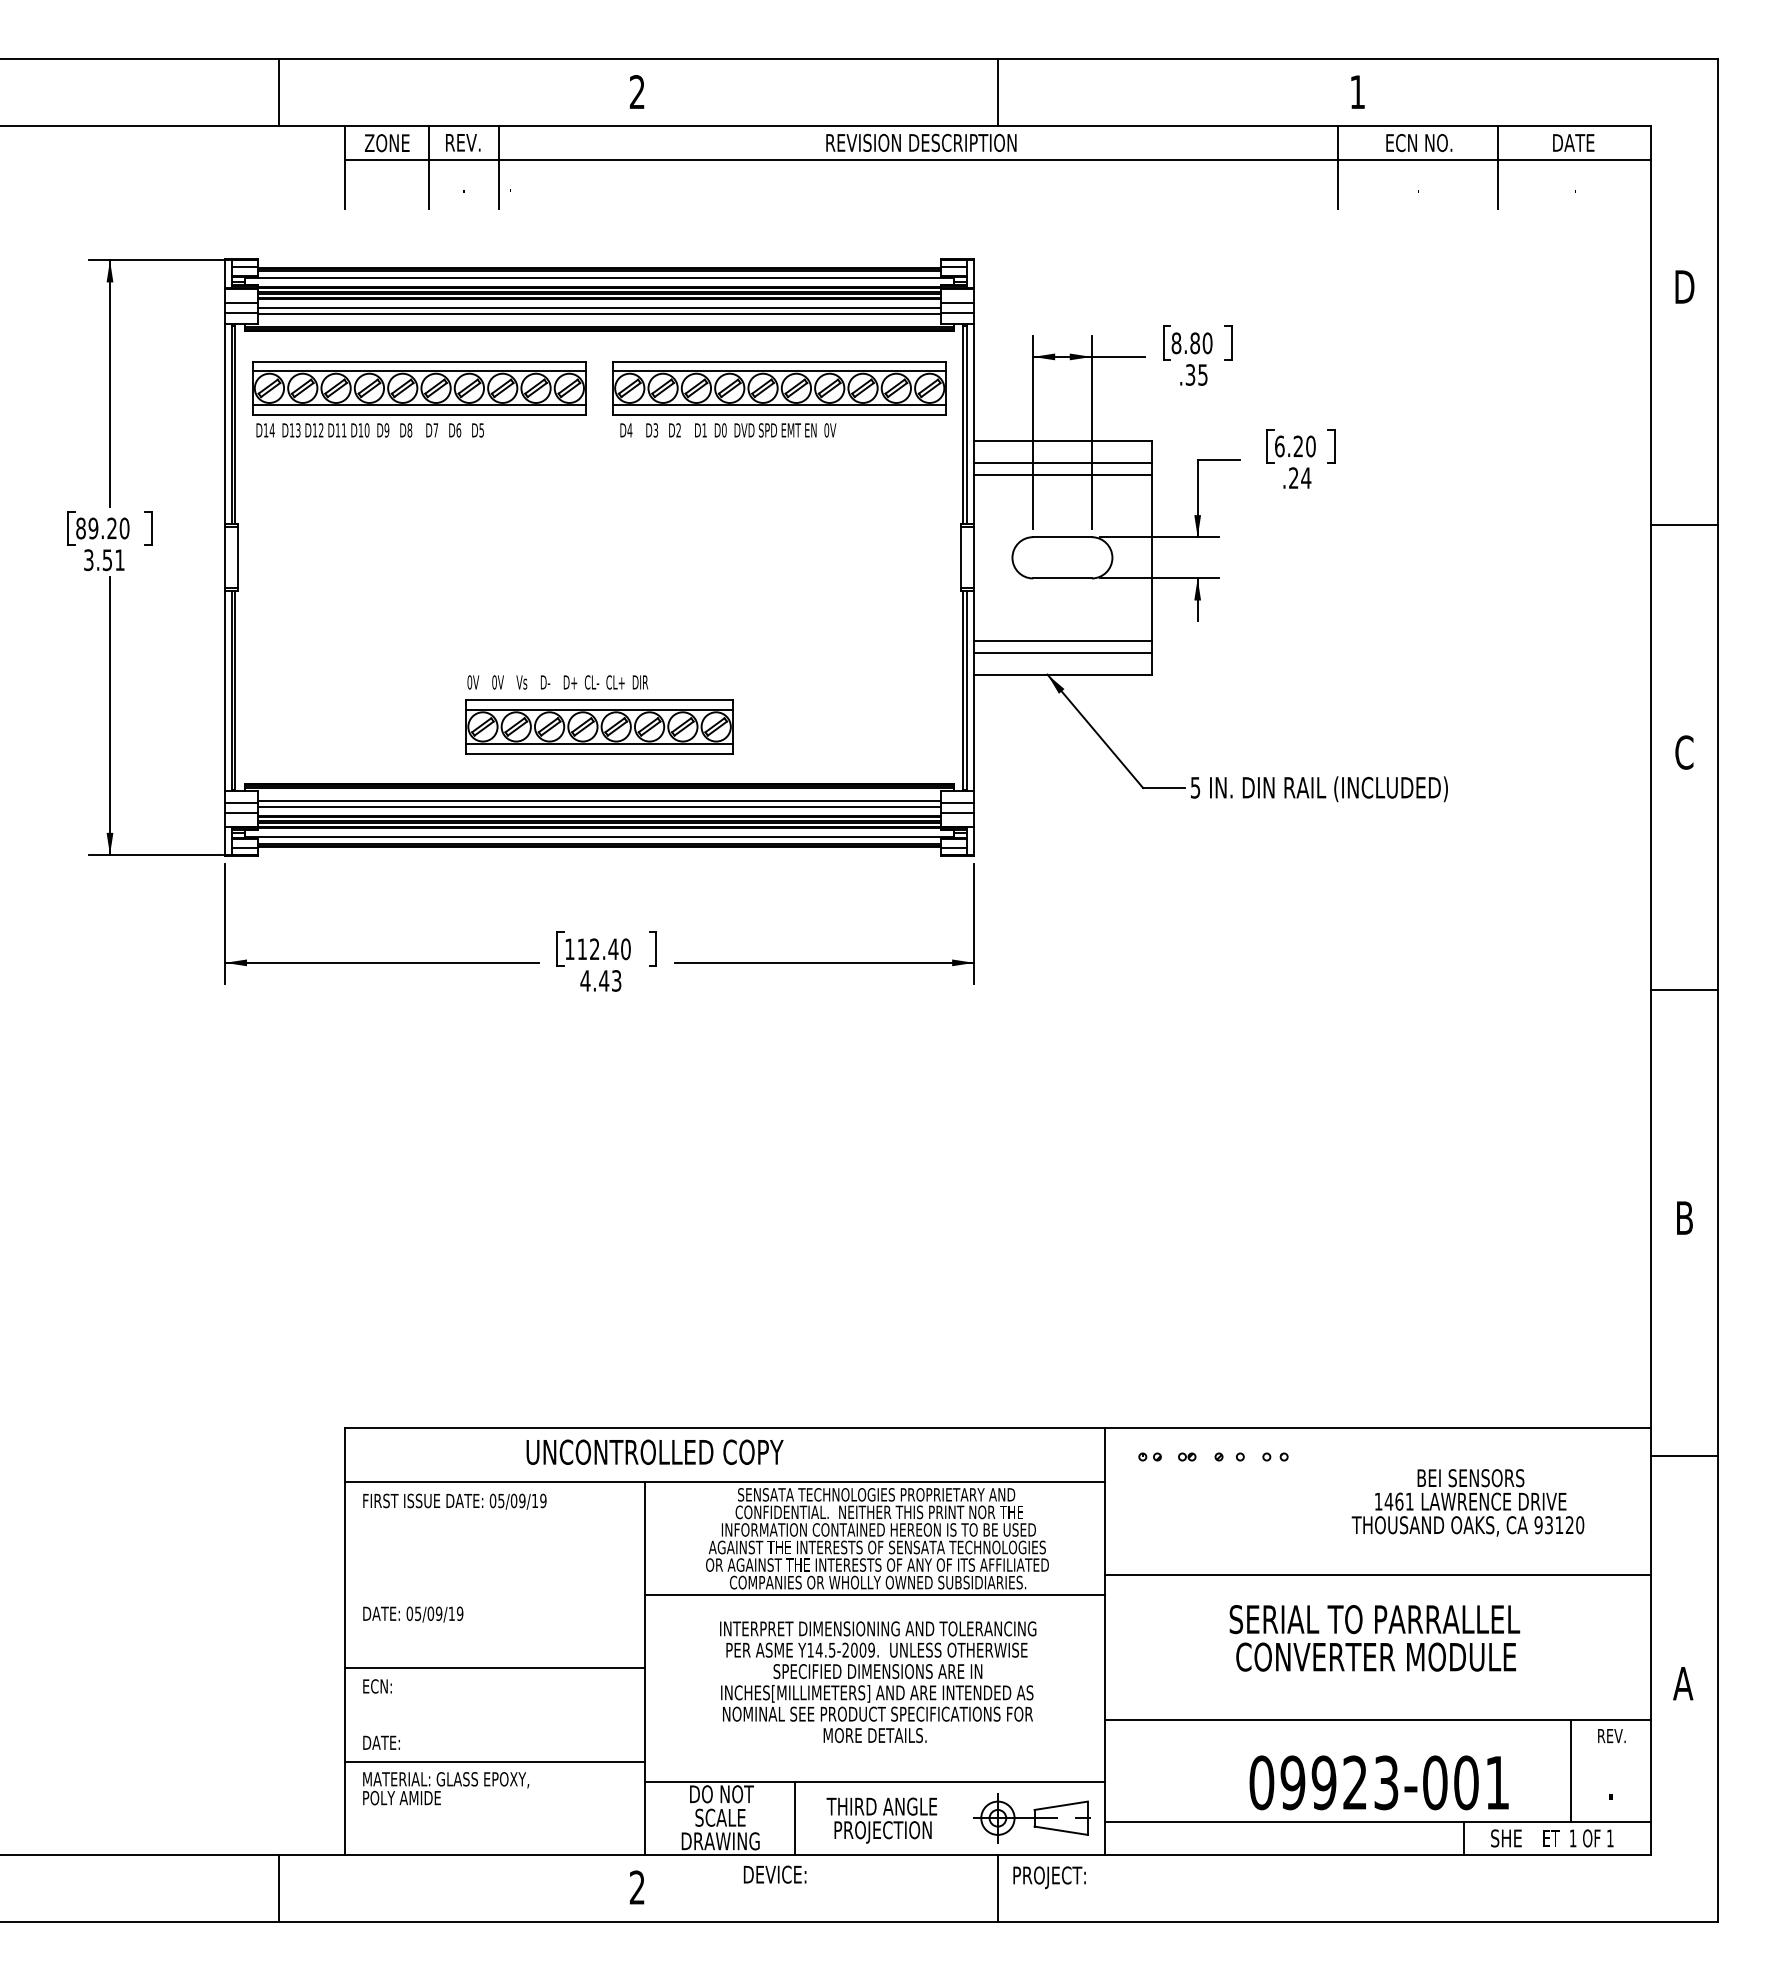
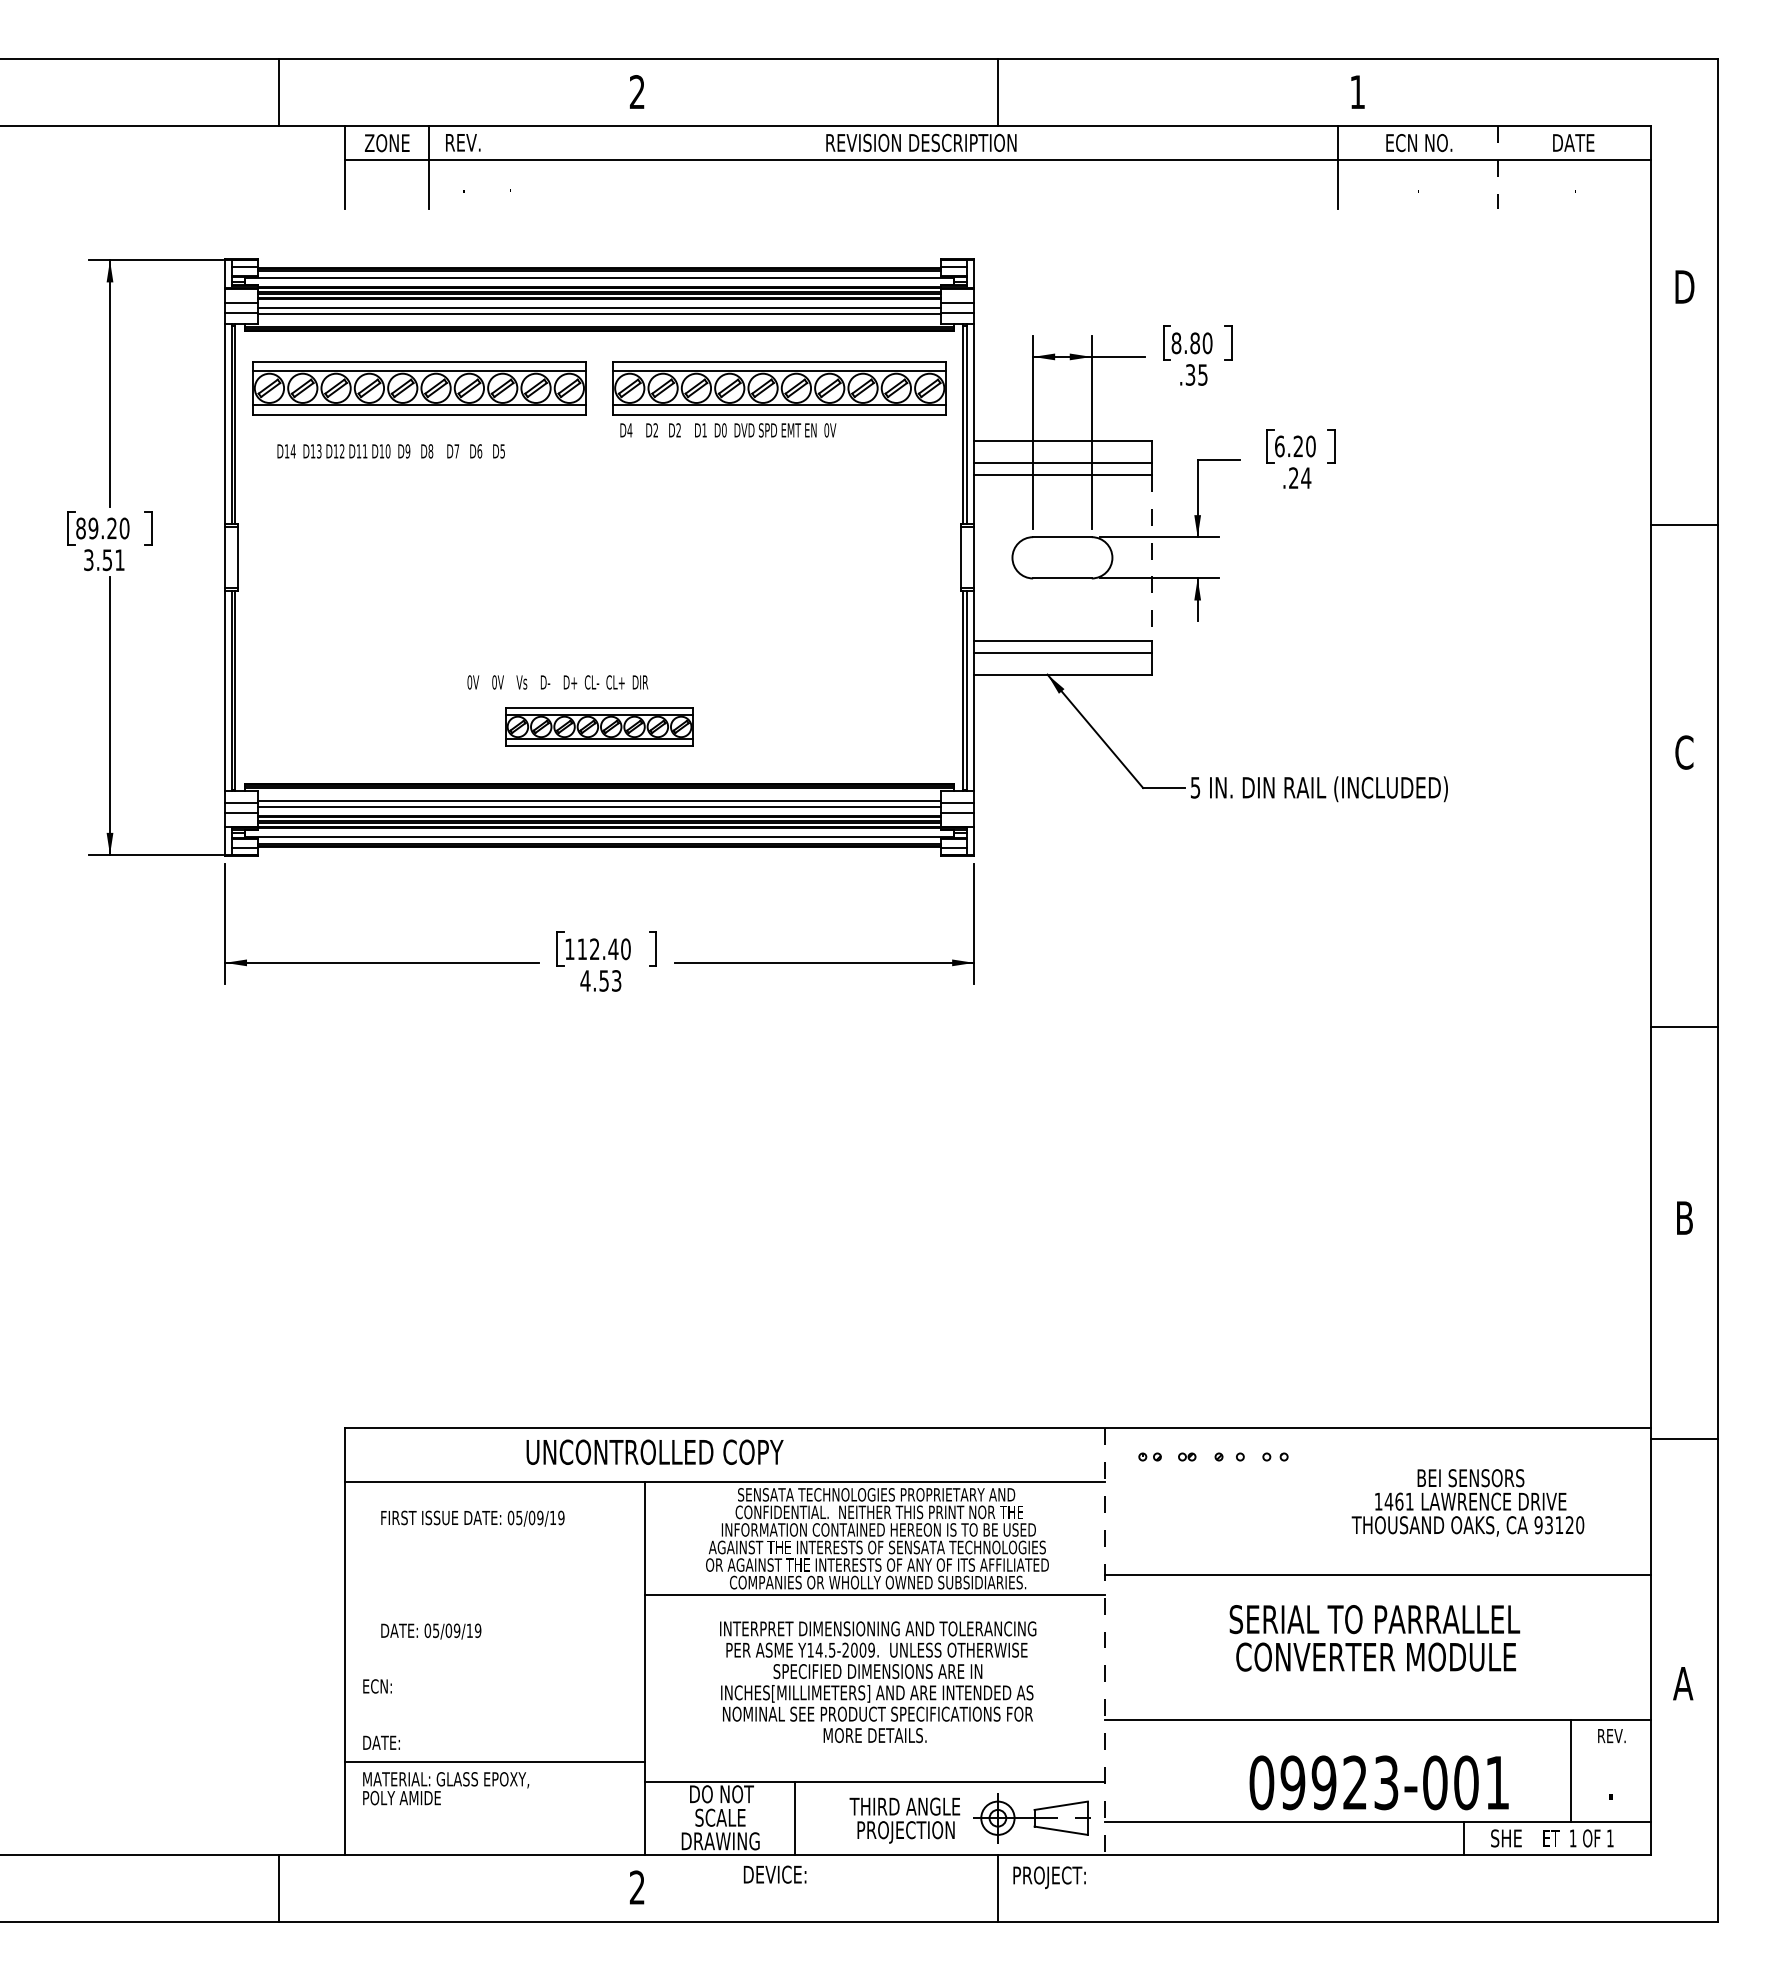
line at (498, 167): present -> none
line at (1497, 167): solid -> dashed
text at (369, 430) position: (369, 430) -> (390, 451)
text at (655, 430): D3 -> D2
line at (1152, 557): solid -> dashed
part at (599, 726) size: 269x56 px -> 189x40 px
text at (604, 980): 4.43 -> 4.53
line at (1684, 990) position: (1684, 990) -> (1684, 1027)
line at (1684, 1456) position: (1684, 1456) -> (1684, 1439)
text at (454, 1557) position: (454, 1557) -> (472, 1574)
line at (1104, 1642): solid -> dashed
line at (495, 1668): present -> none
text at (881, 1820) position: (881, 1820) -> (904, 1820)
